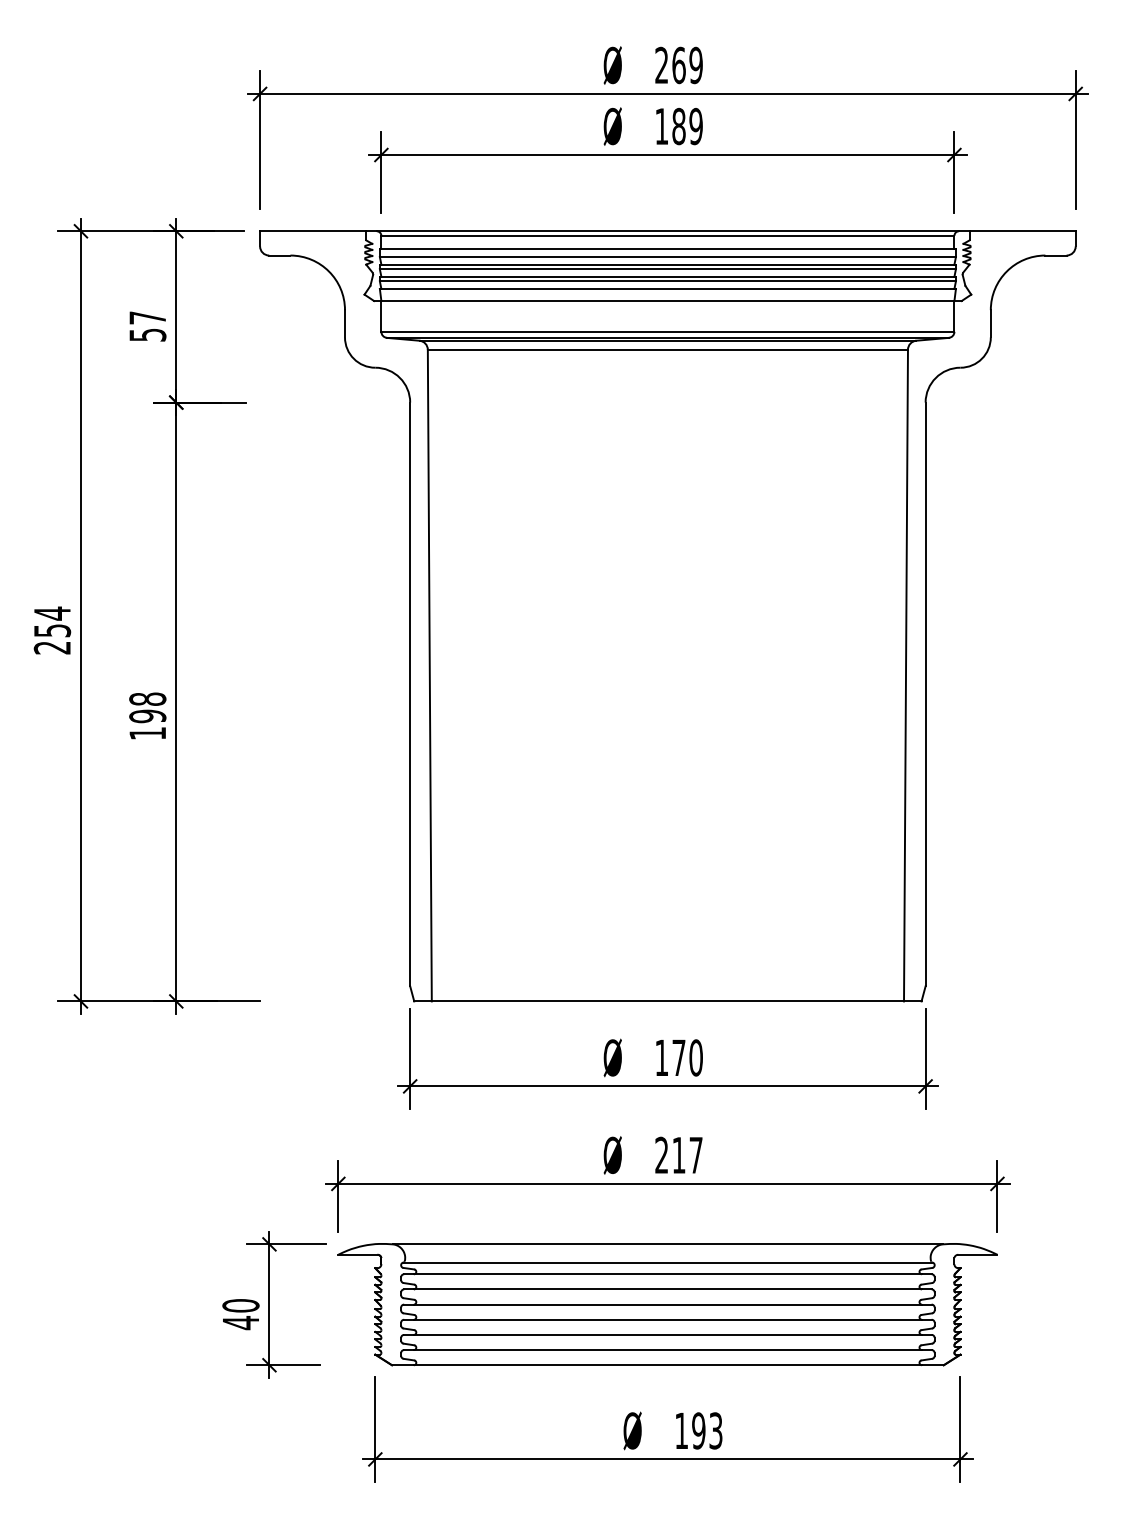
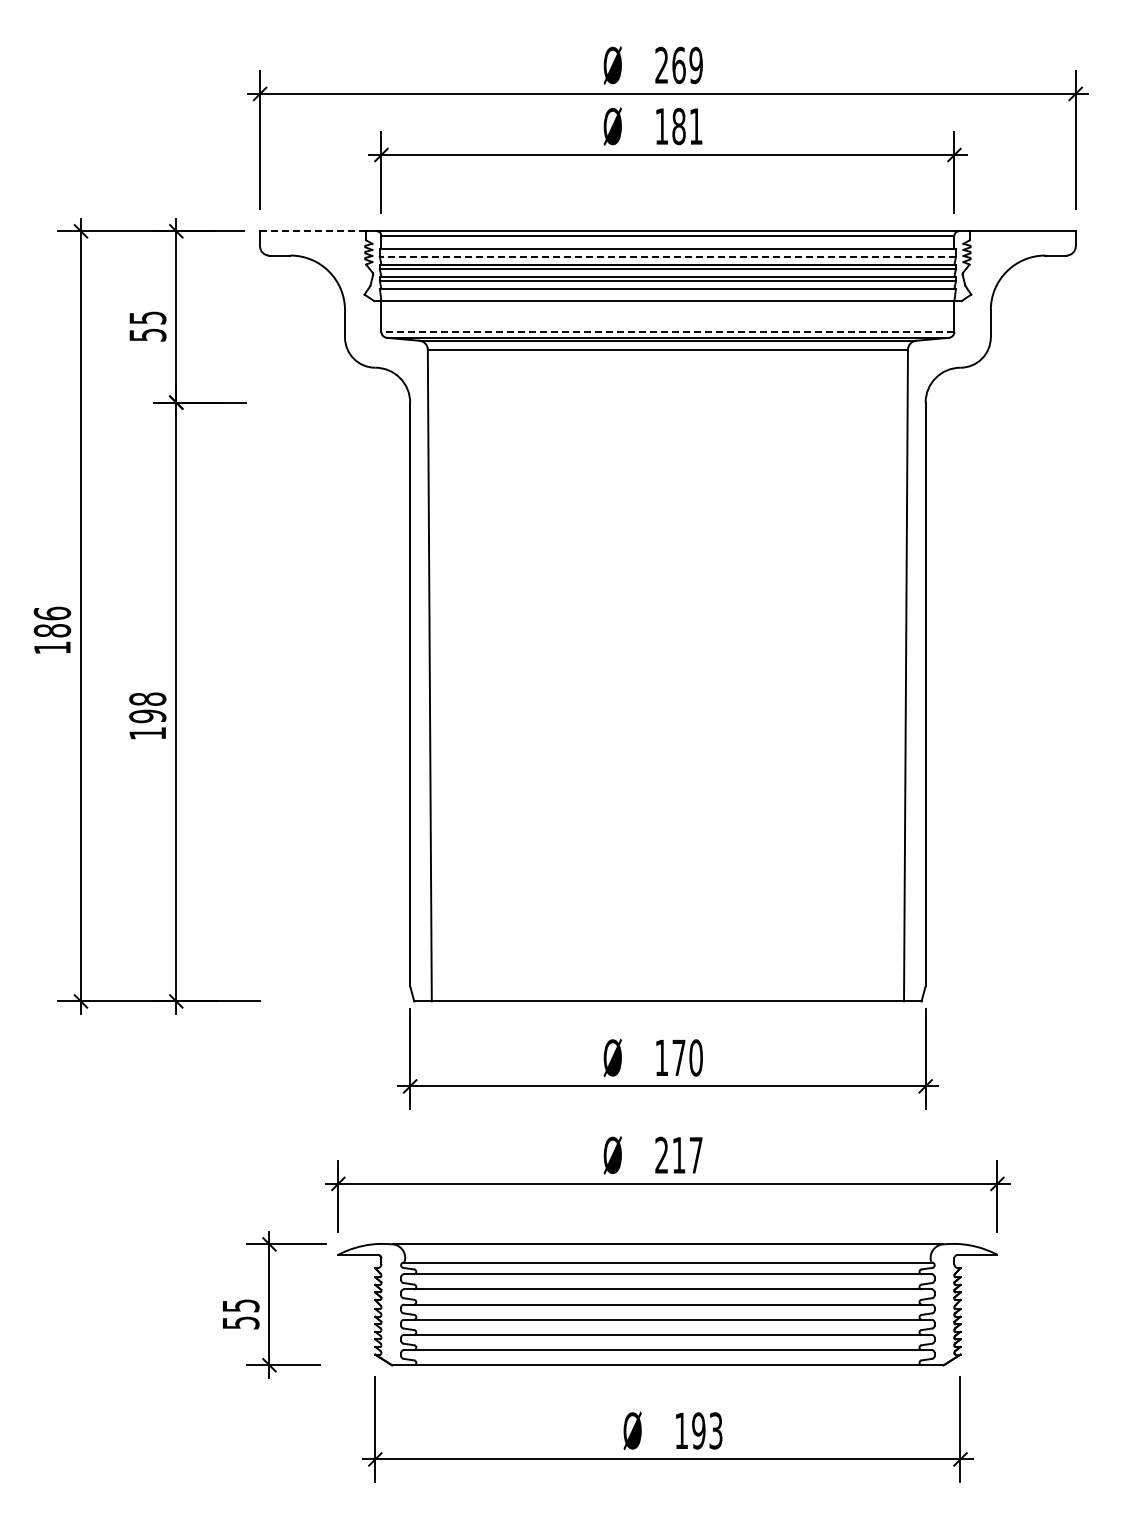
text at (695, 126): 189 -> 181
line at (312, 231): solid -> dashed
line at (667, 257): solid -> dashed
text at (147, 317): 57 -> 55
line at (667, 331): solid -> dashed
text at (52, 630): 254 -> 186
text at (240, 1314): 40 -> 55
